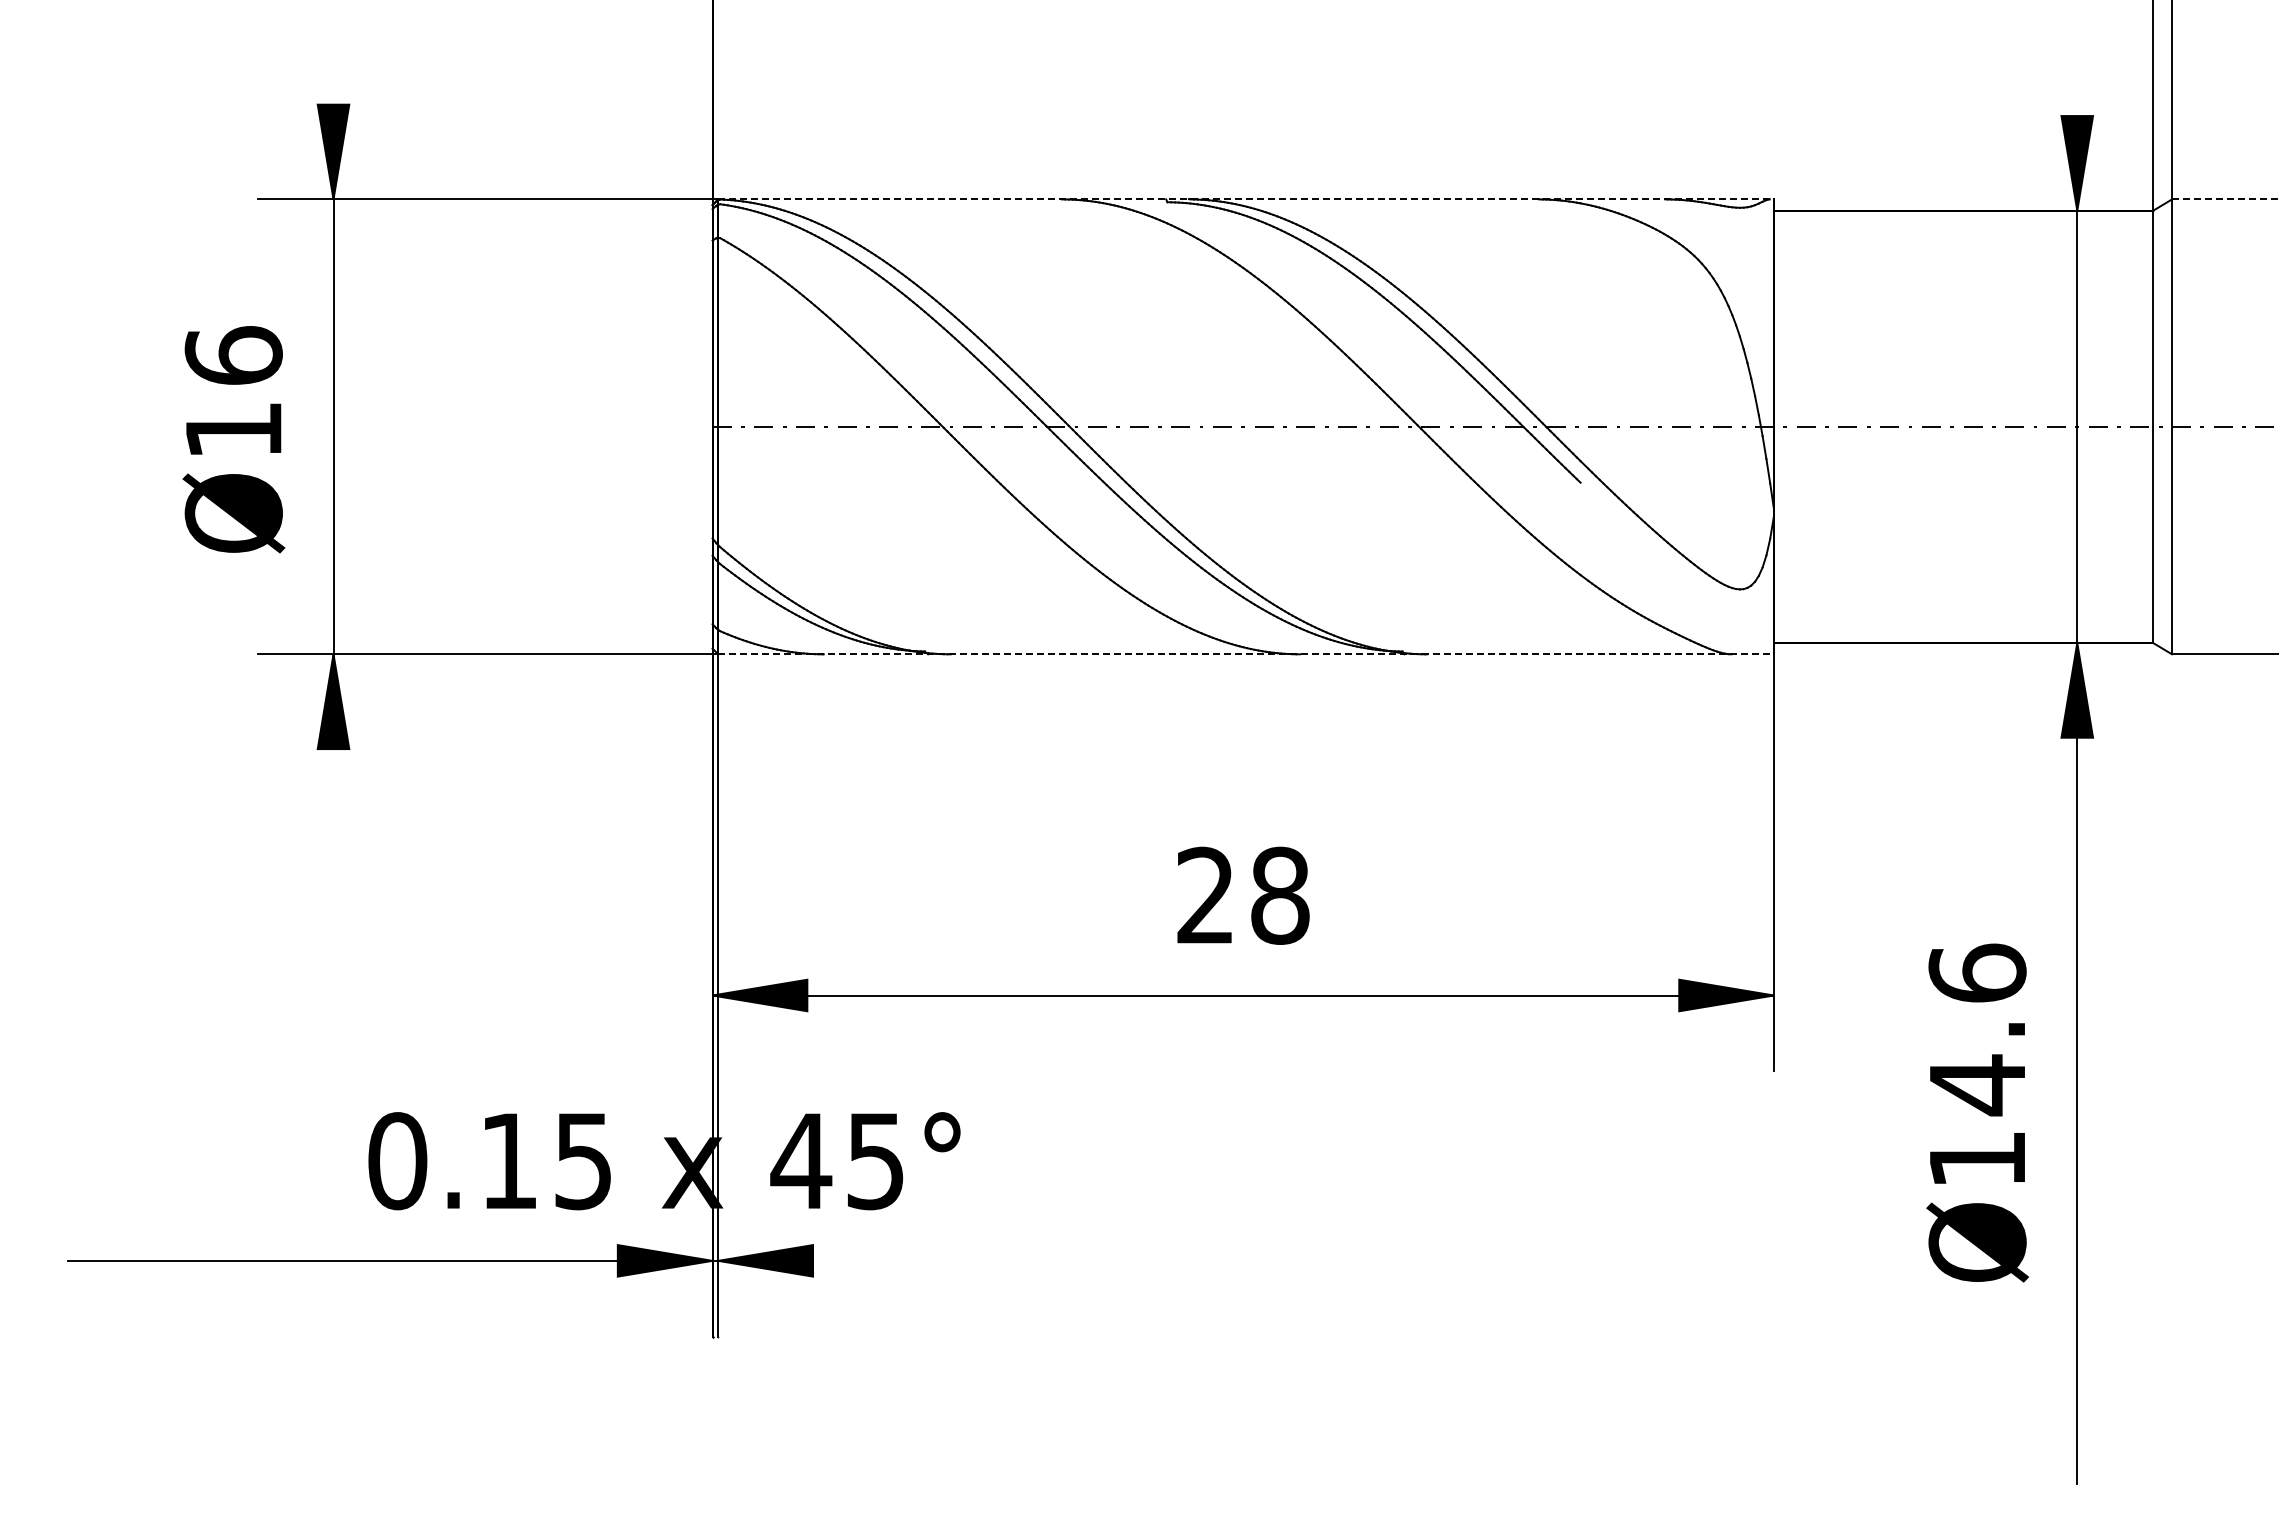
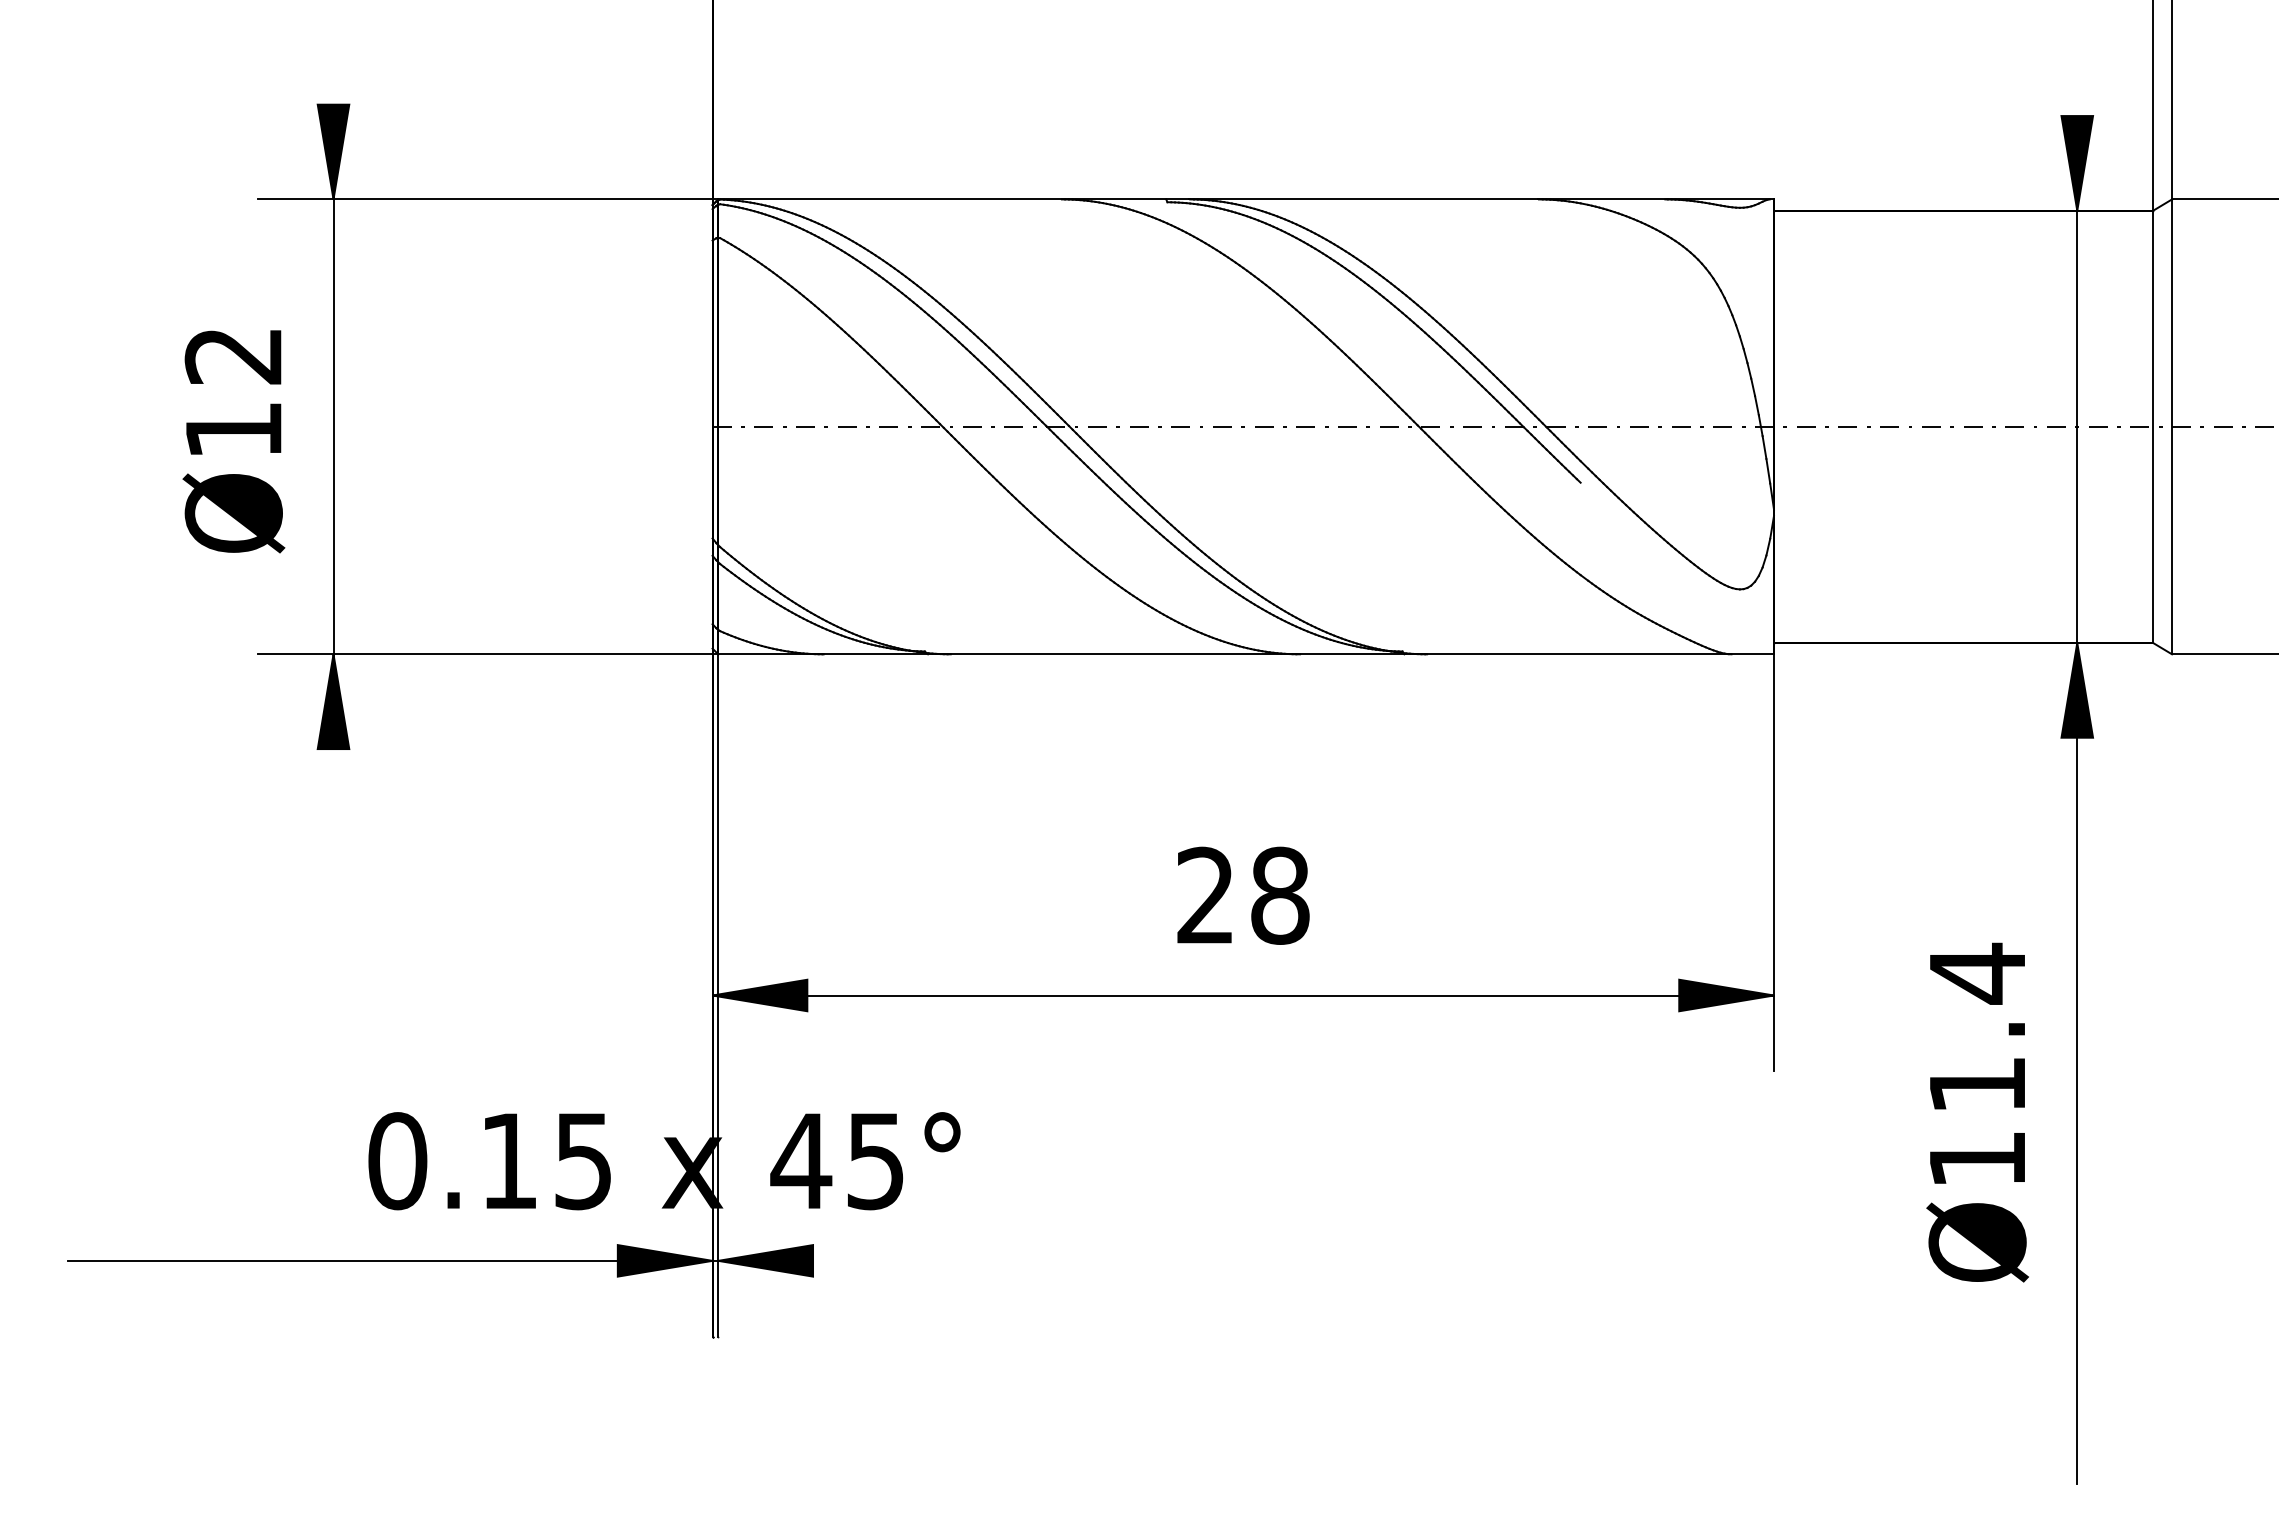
line at (1246, 199): dashed -> solid
line at (2225, 199): dashed -> solid
text at (233, 355): Ø16 -> Ø12
line at (1246, 654): dashed -> solid
text at (1977, 1029): Ø14.6 -> Ø11.4
